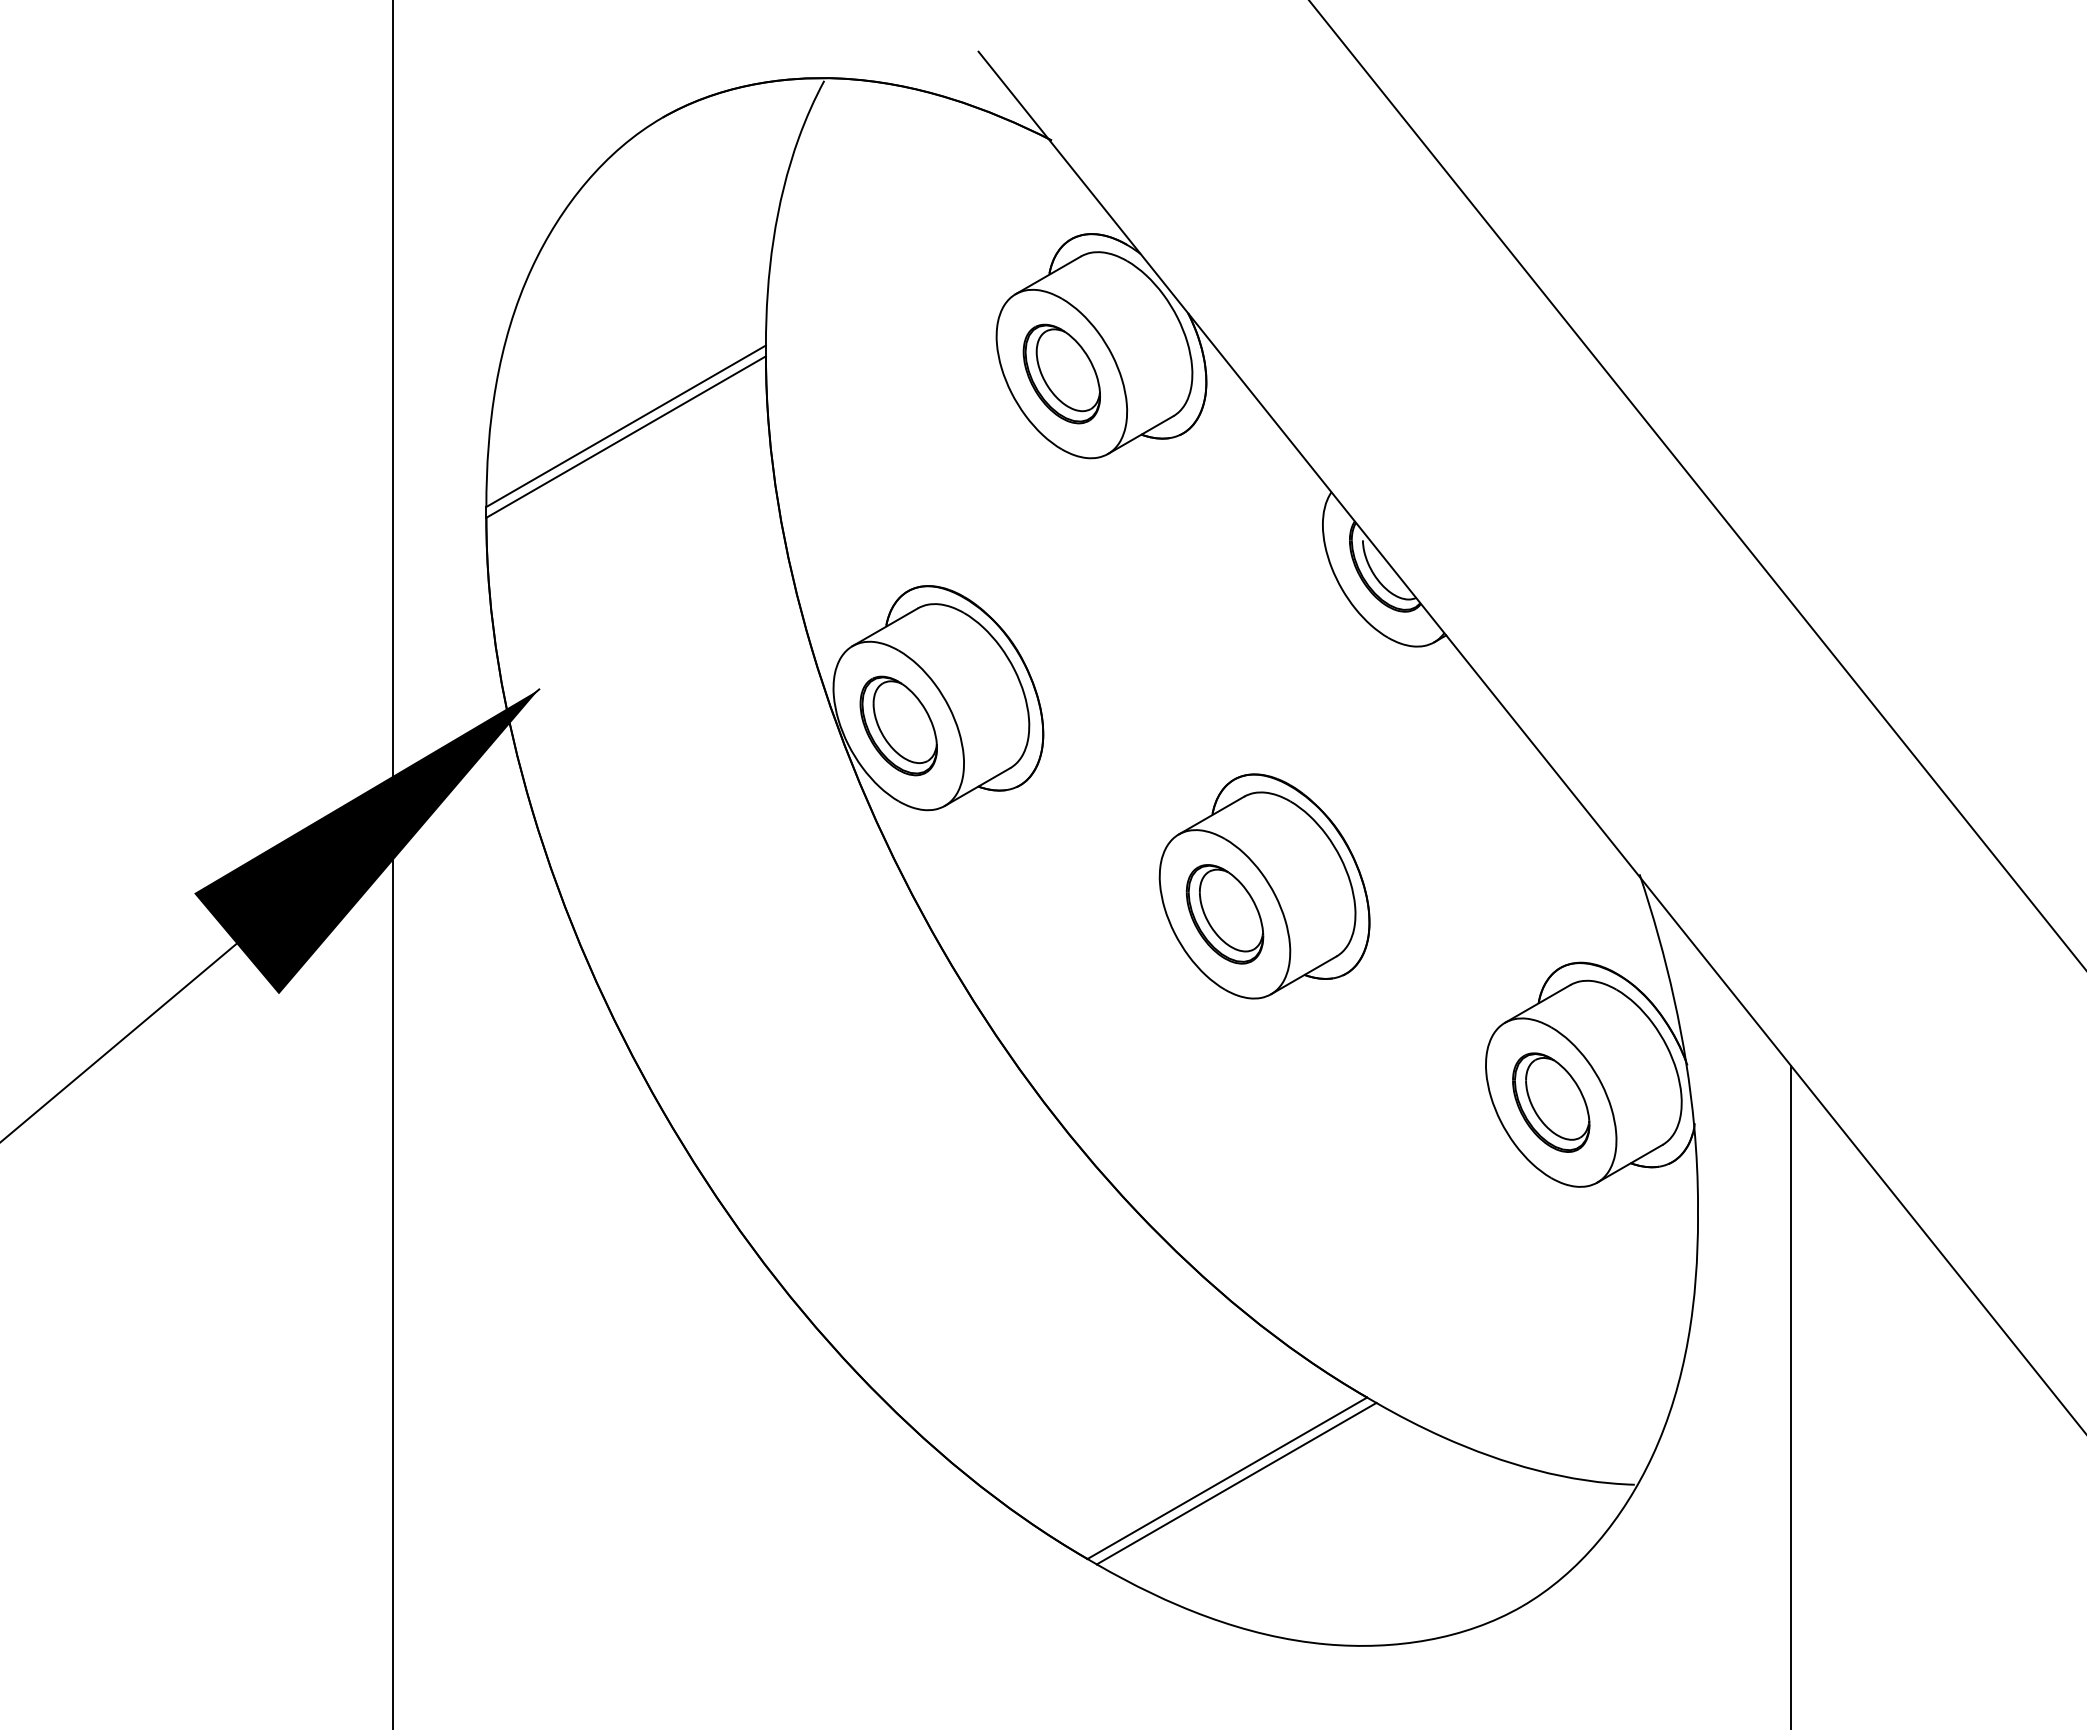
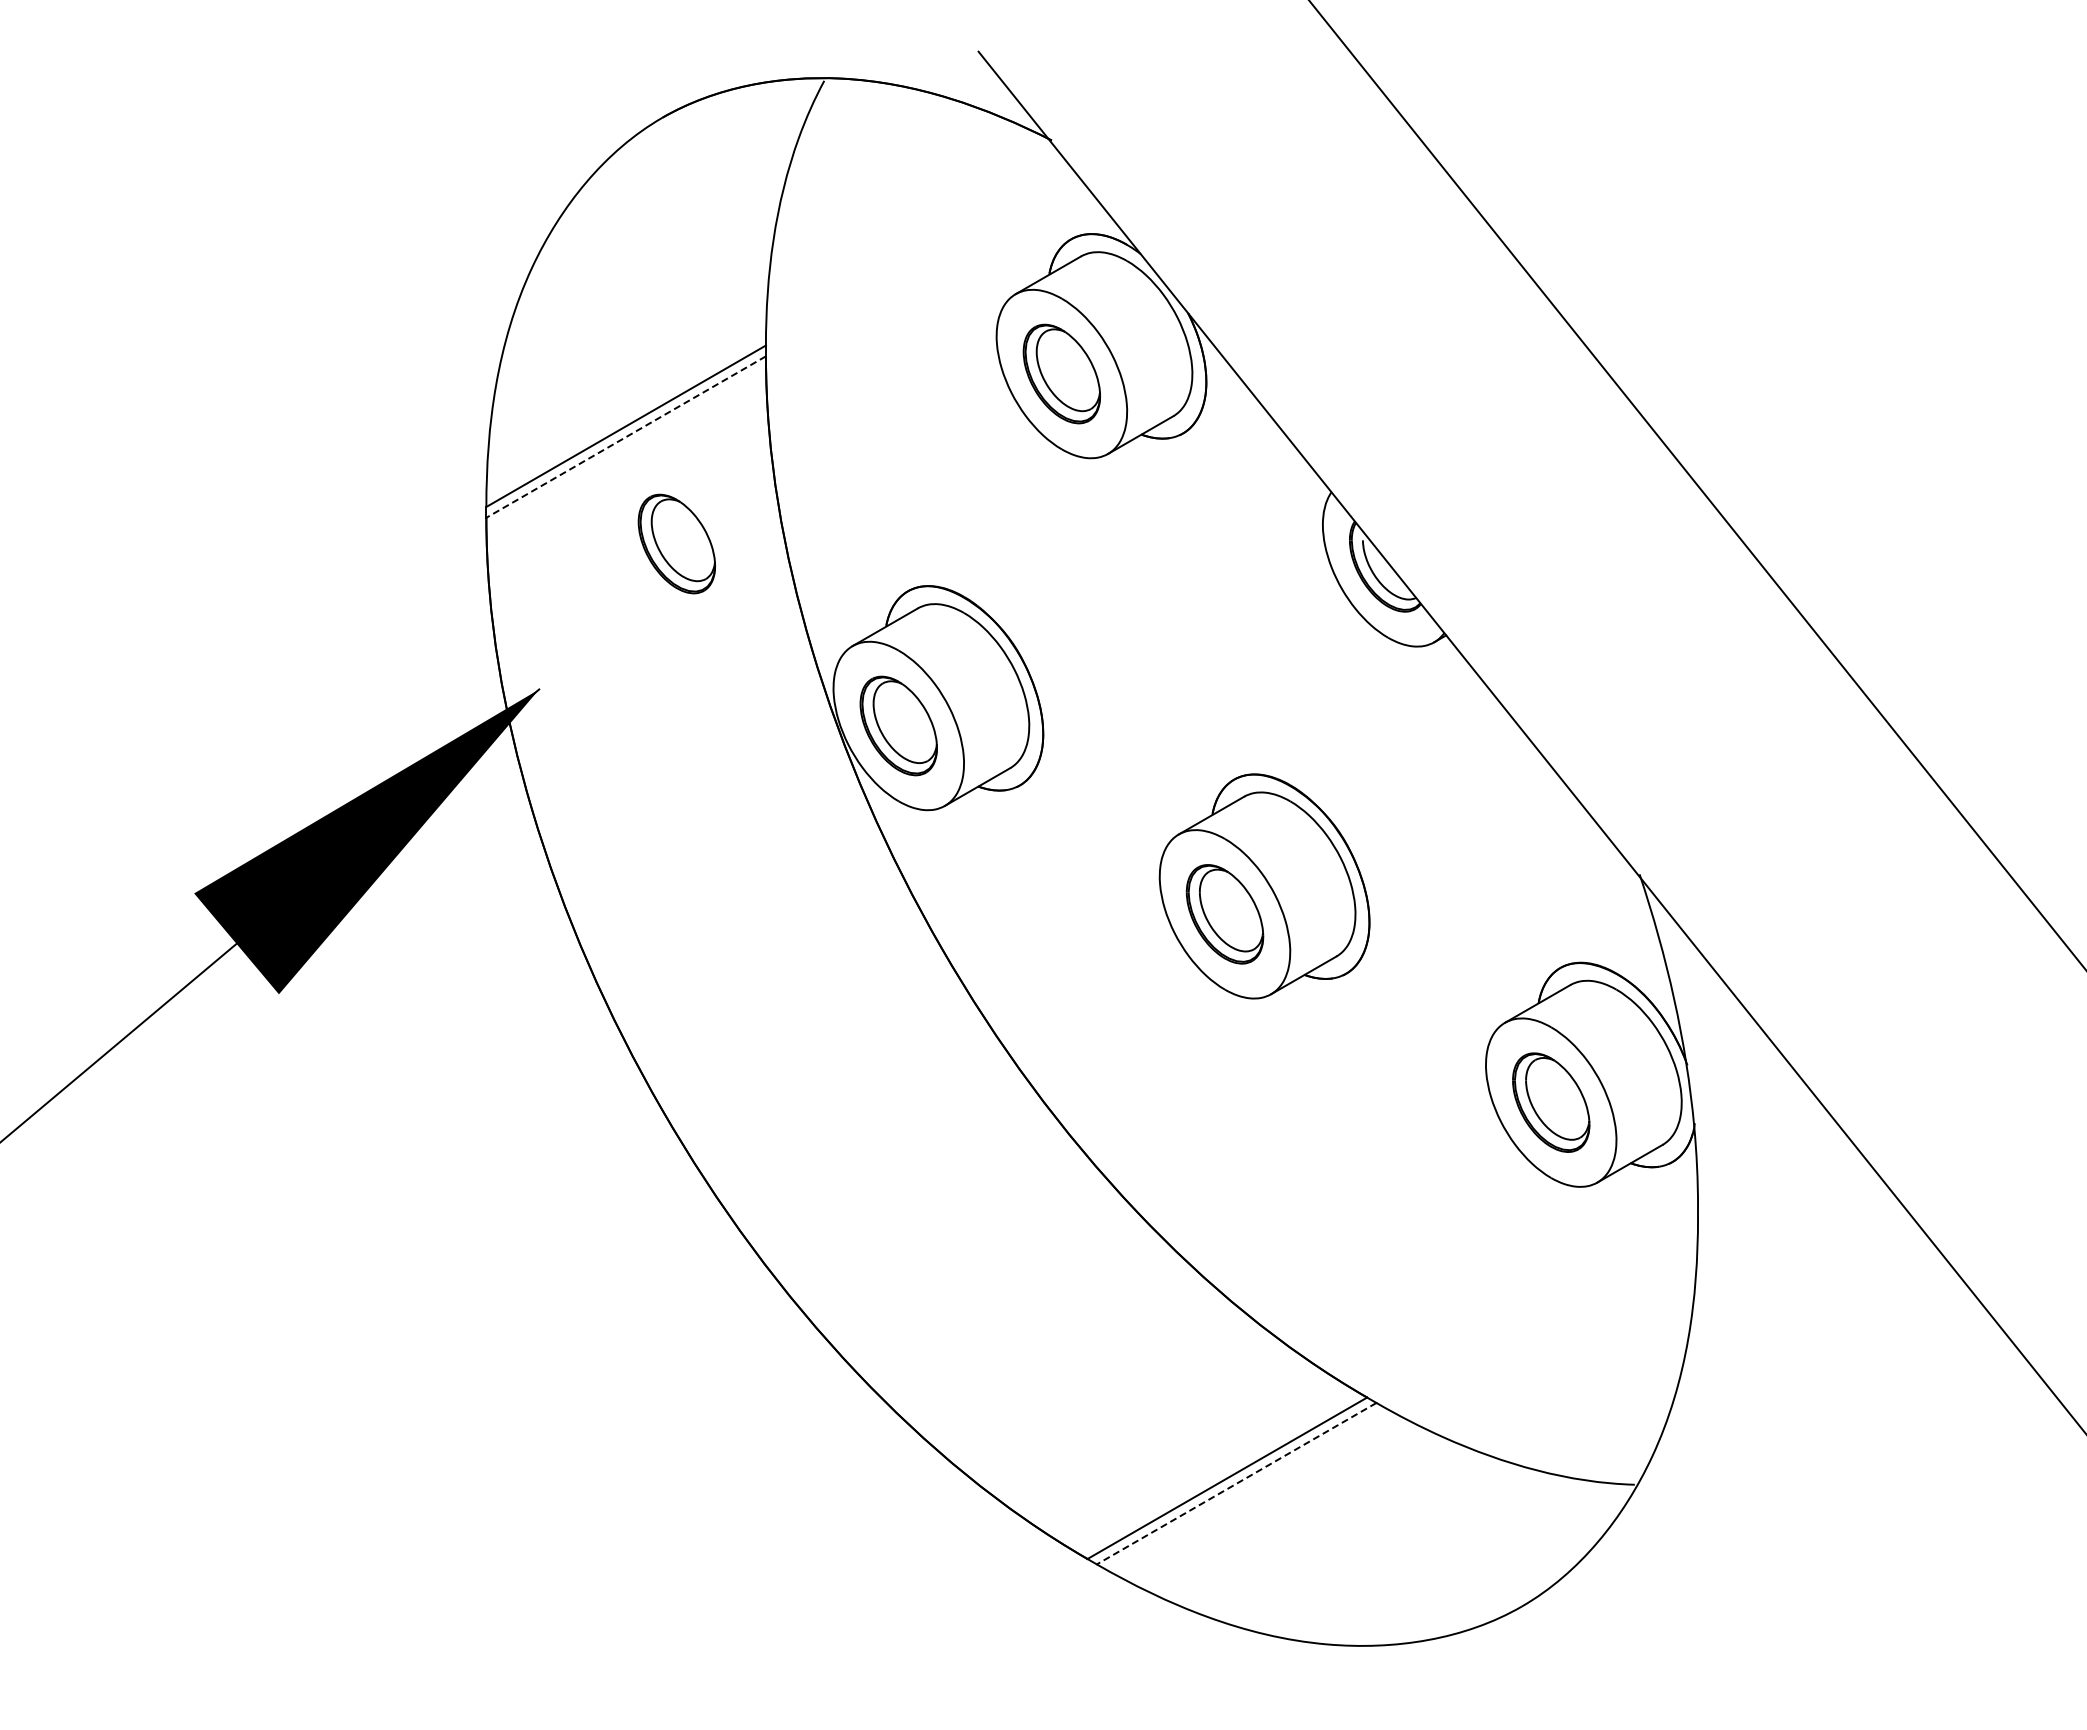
line at (625, 437): solid -> dashed
part at (676, 543): none -> present
line at (393, 864): present -> none
line at (1791, 1396): present -> none
line at (1236, 1483): solid -> dashed
